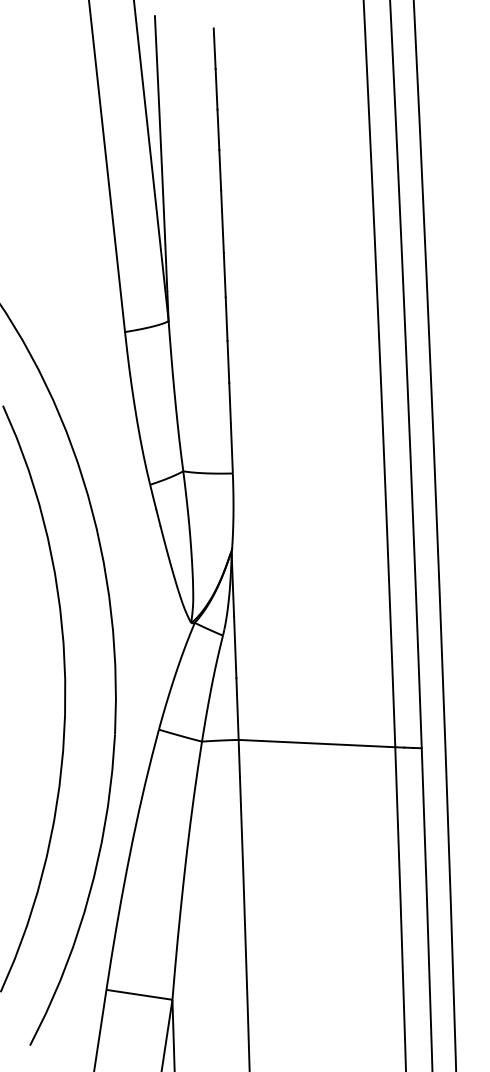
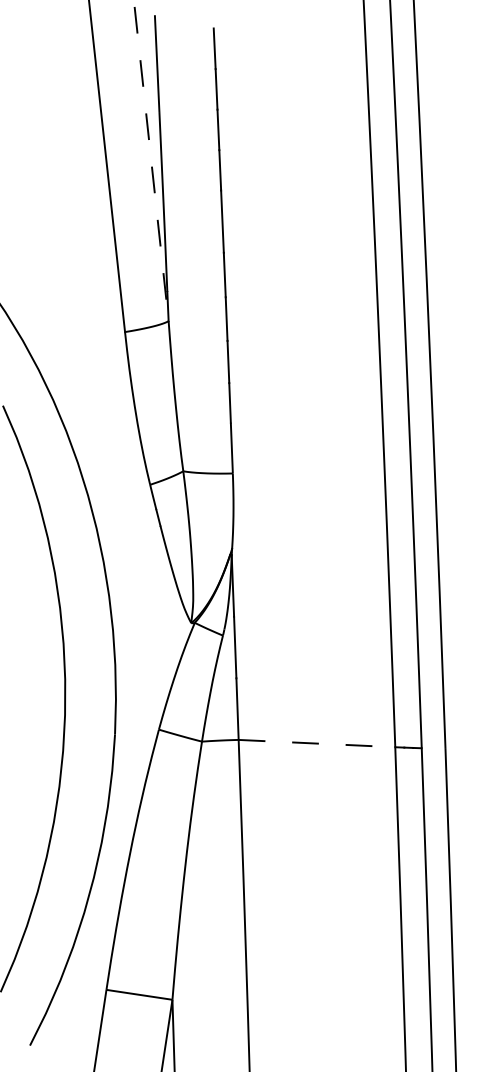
line at (151, 161): solid -> dashed
line at (317, 743): solid -> dashed
